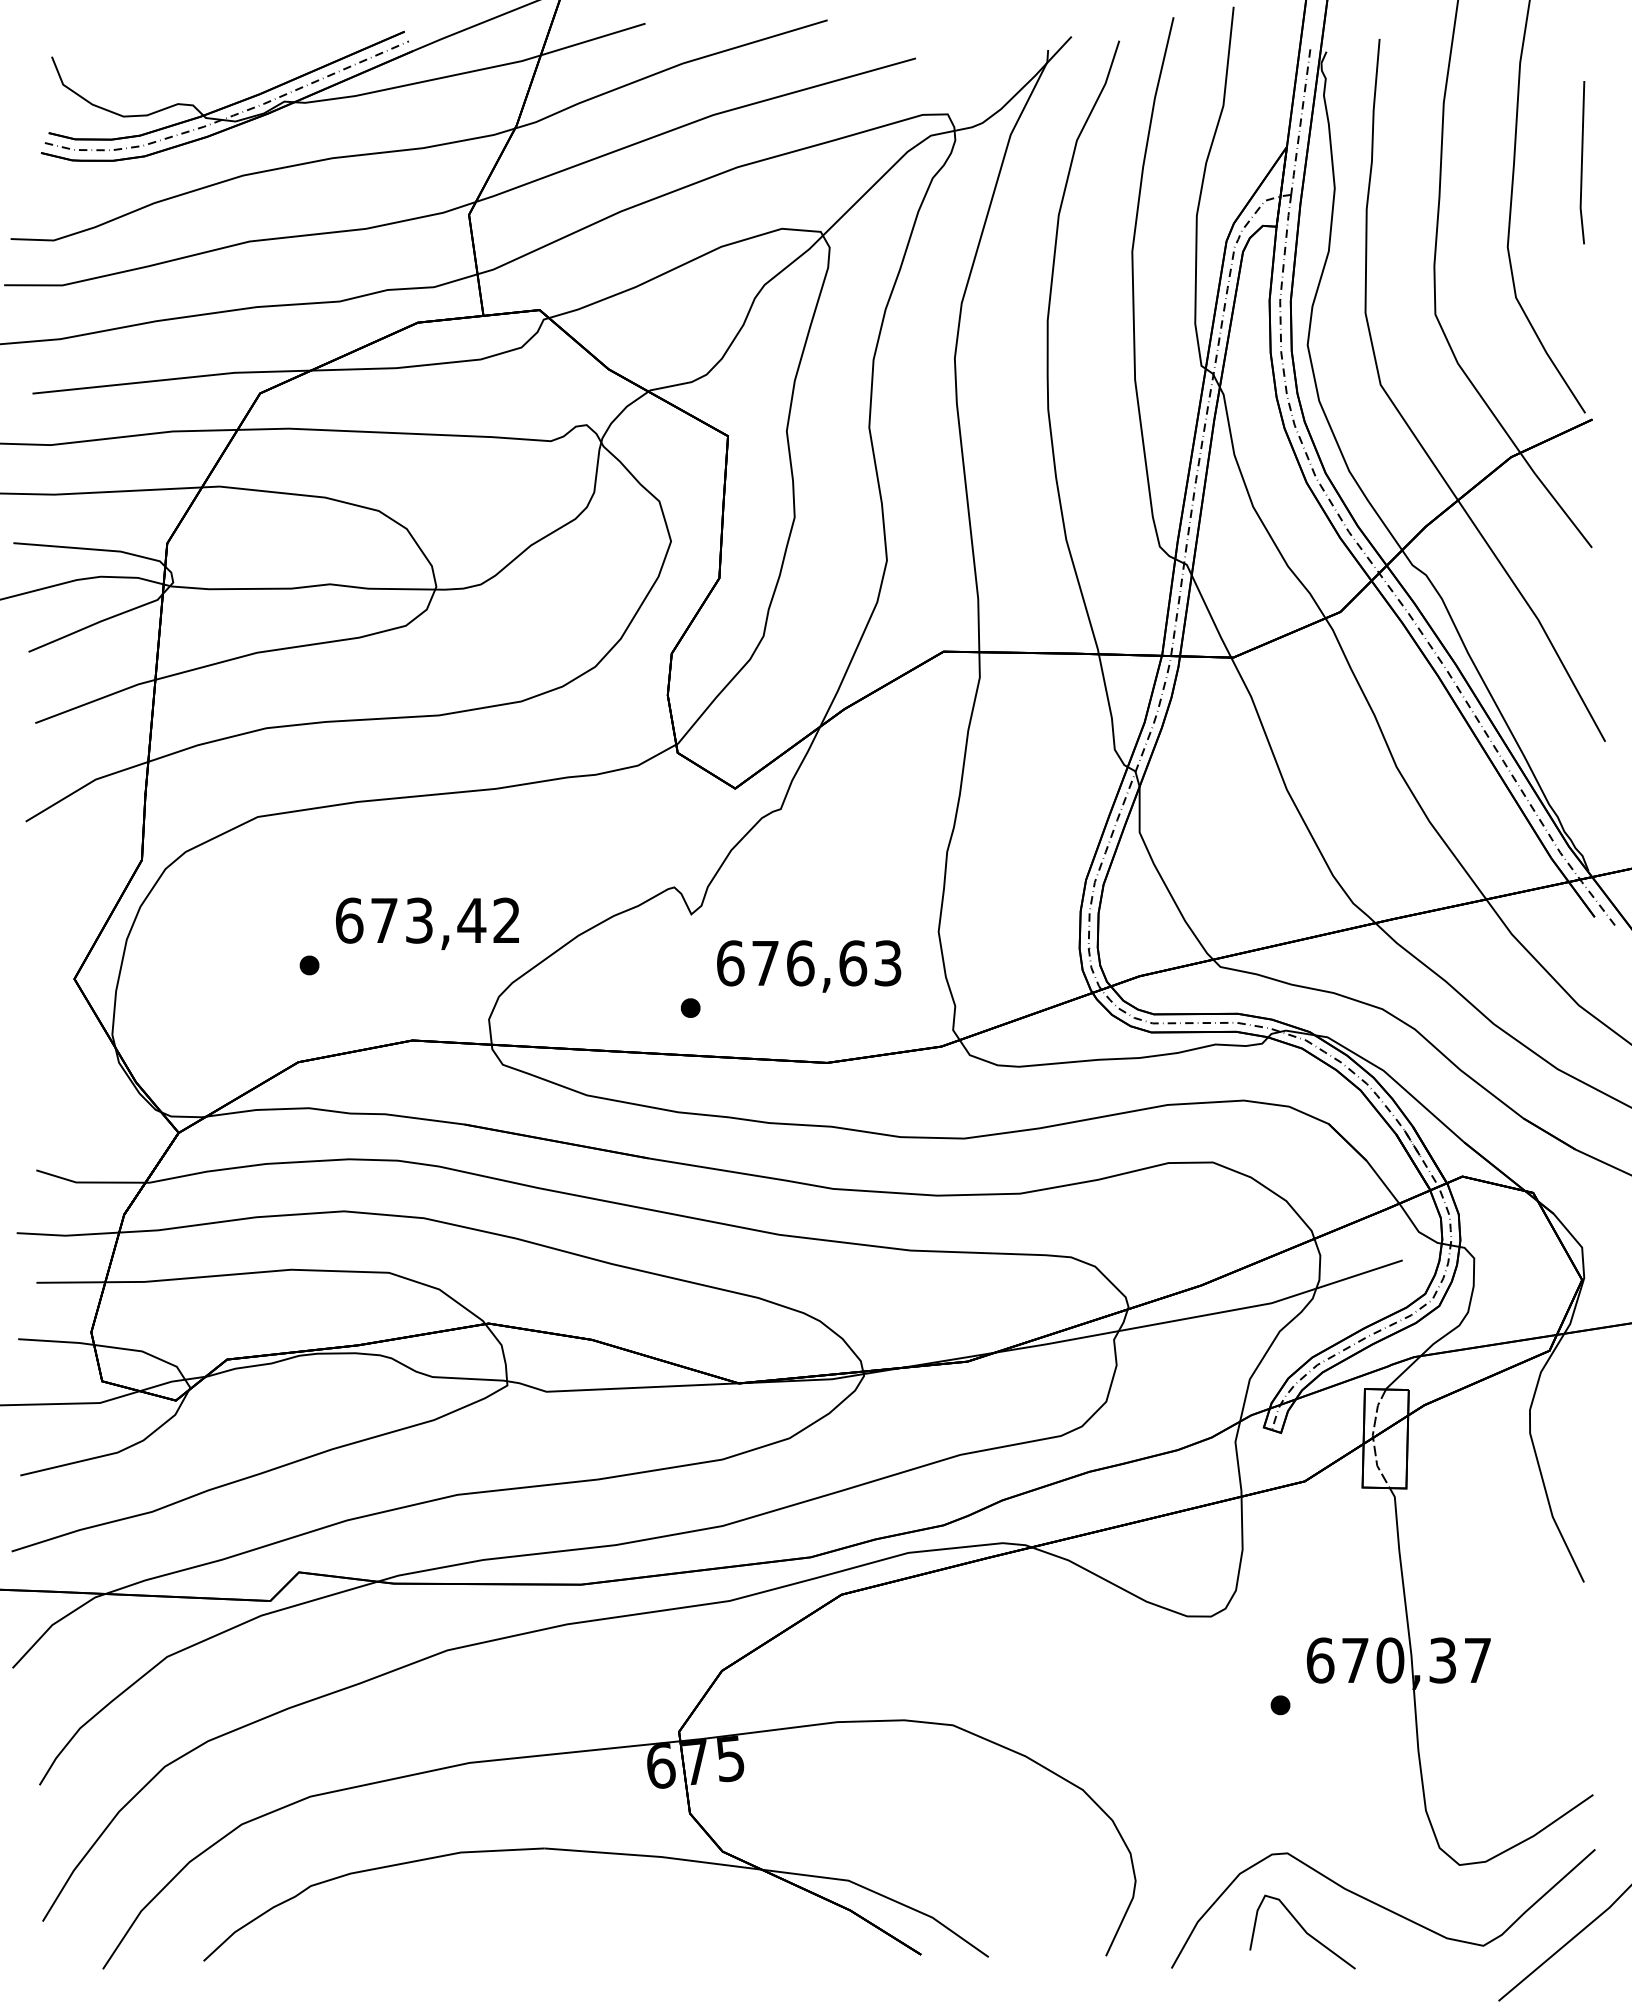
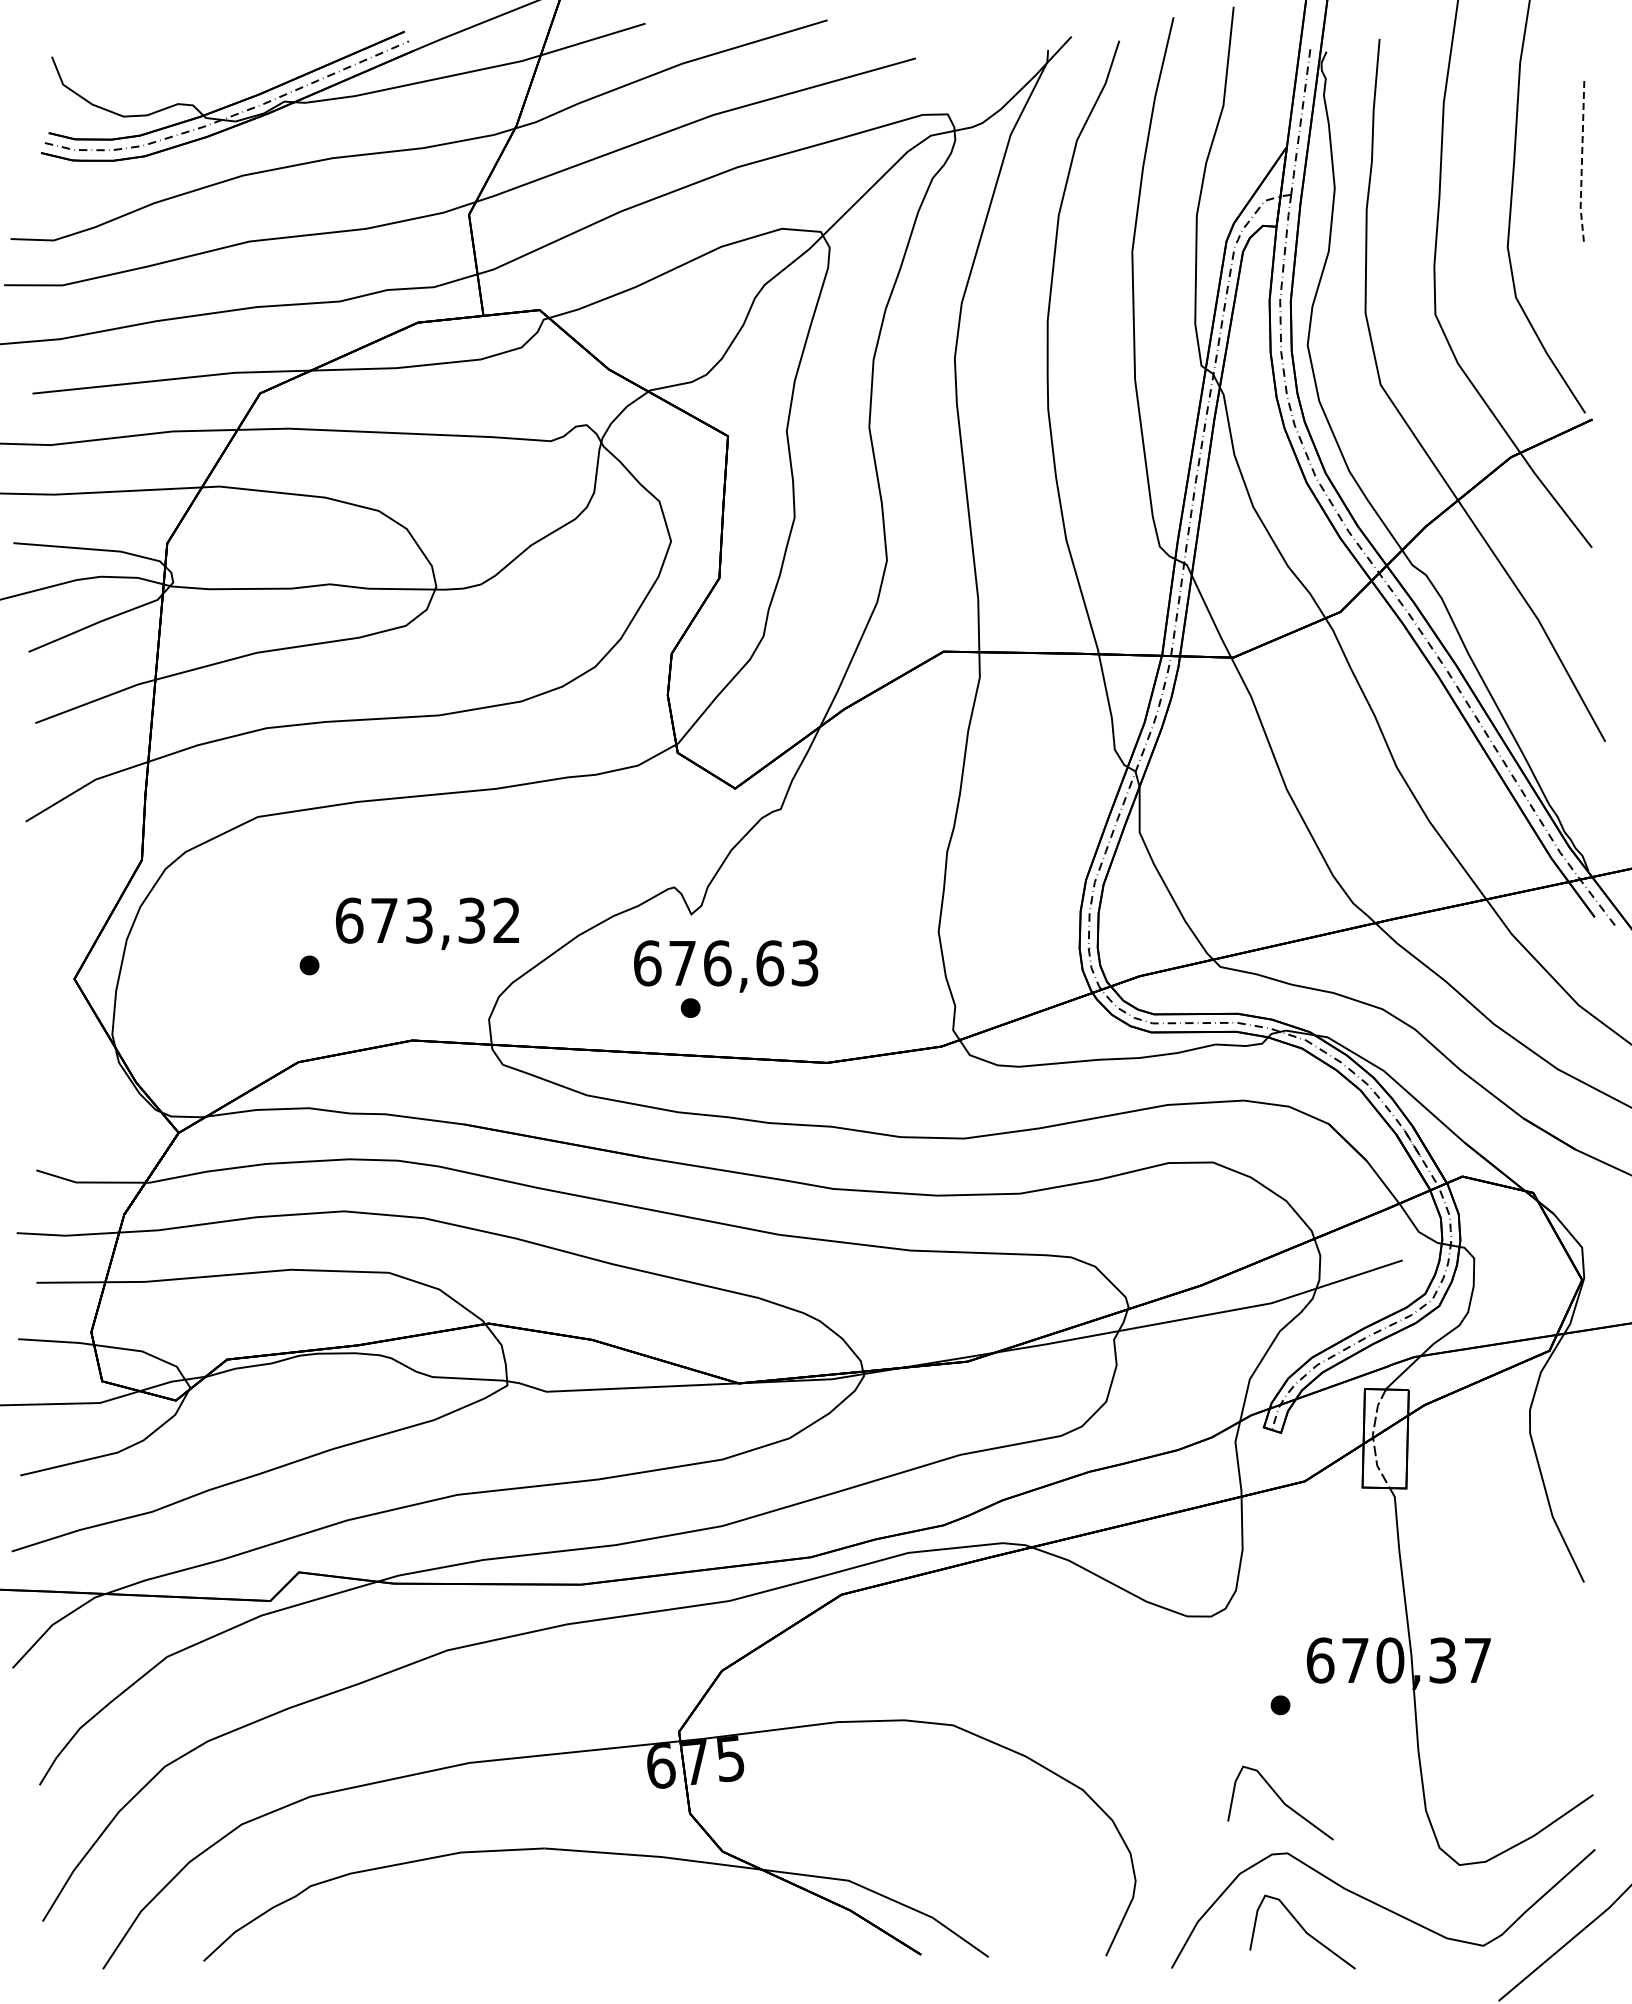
line at (1581, 163): solid -> dashed
text at (471, 920): 673,42 -> 673,32
text at (809, 966) position: (809, 966) -> (726, 966)
curve at (1281, 1801): none -> present
